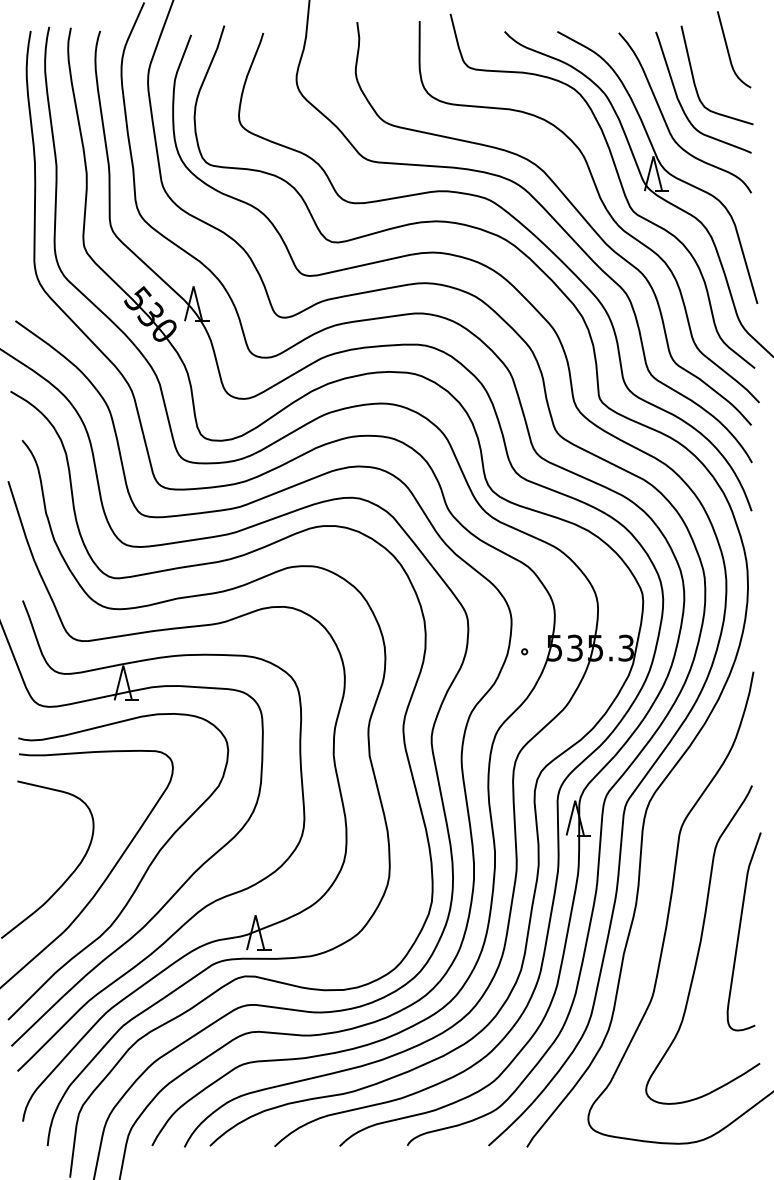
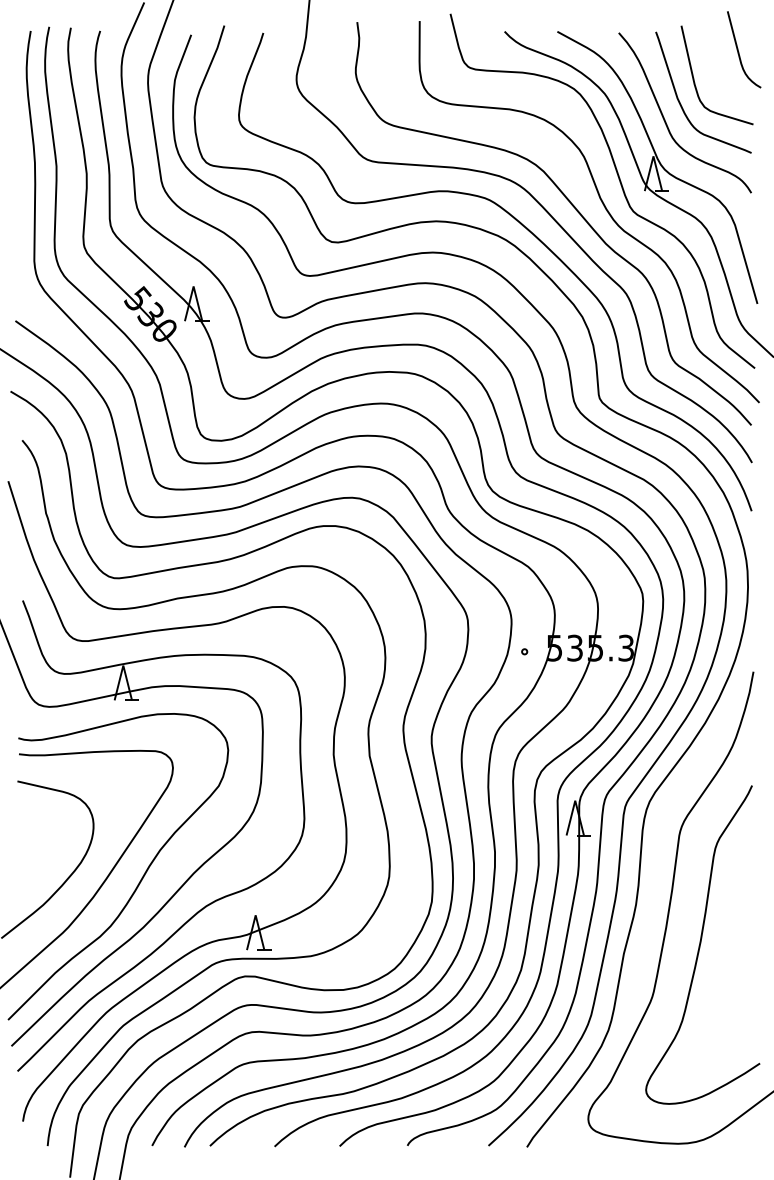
curve at (729, 52) position: (729, 52) -> (739, 52)
curve at (740, 930): present -> none
